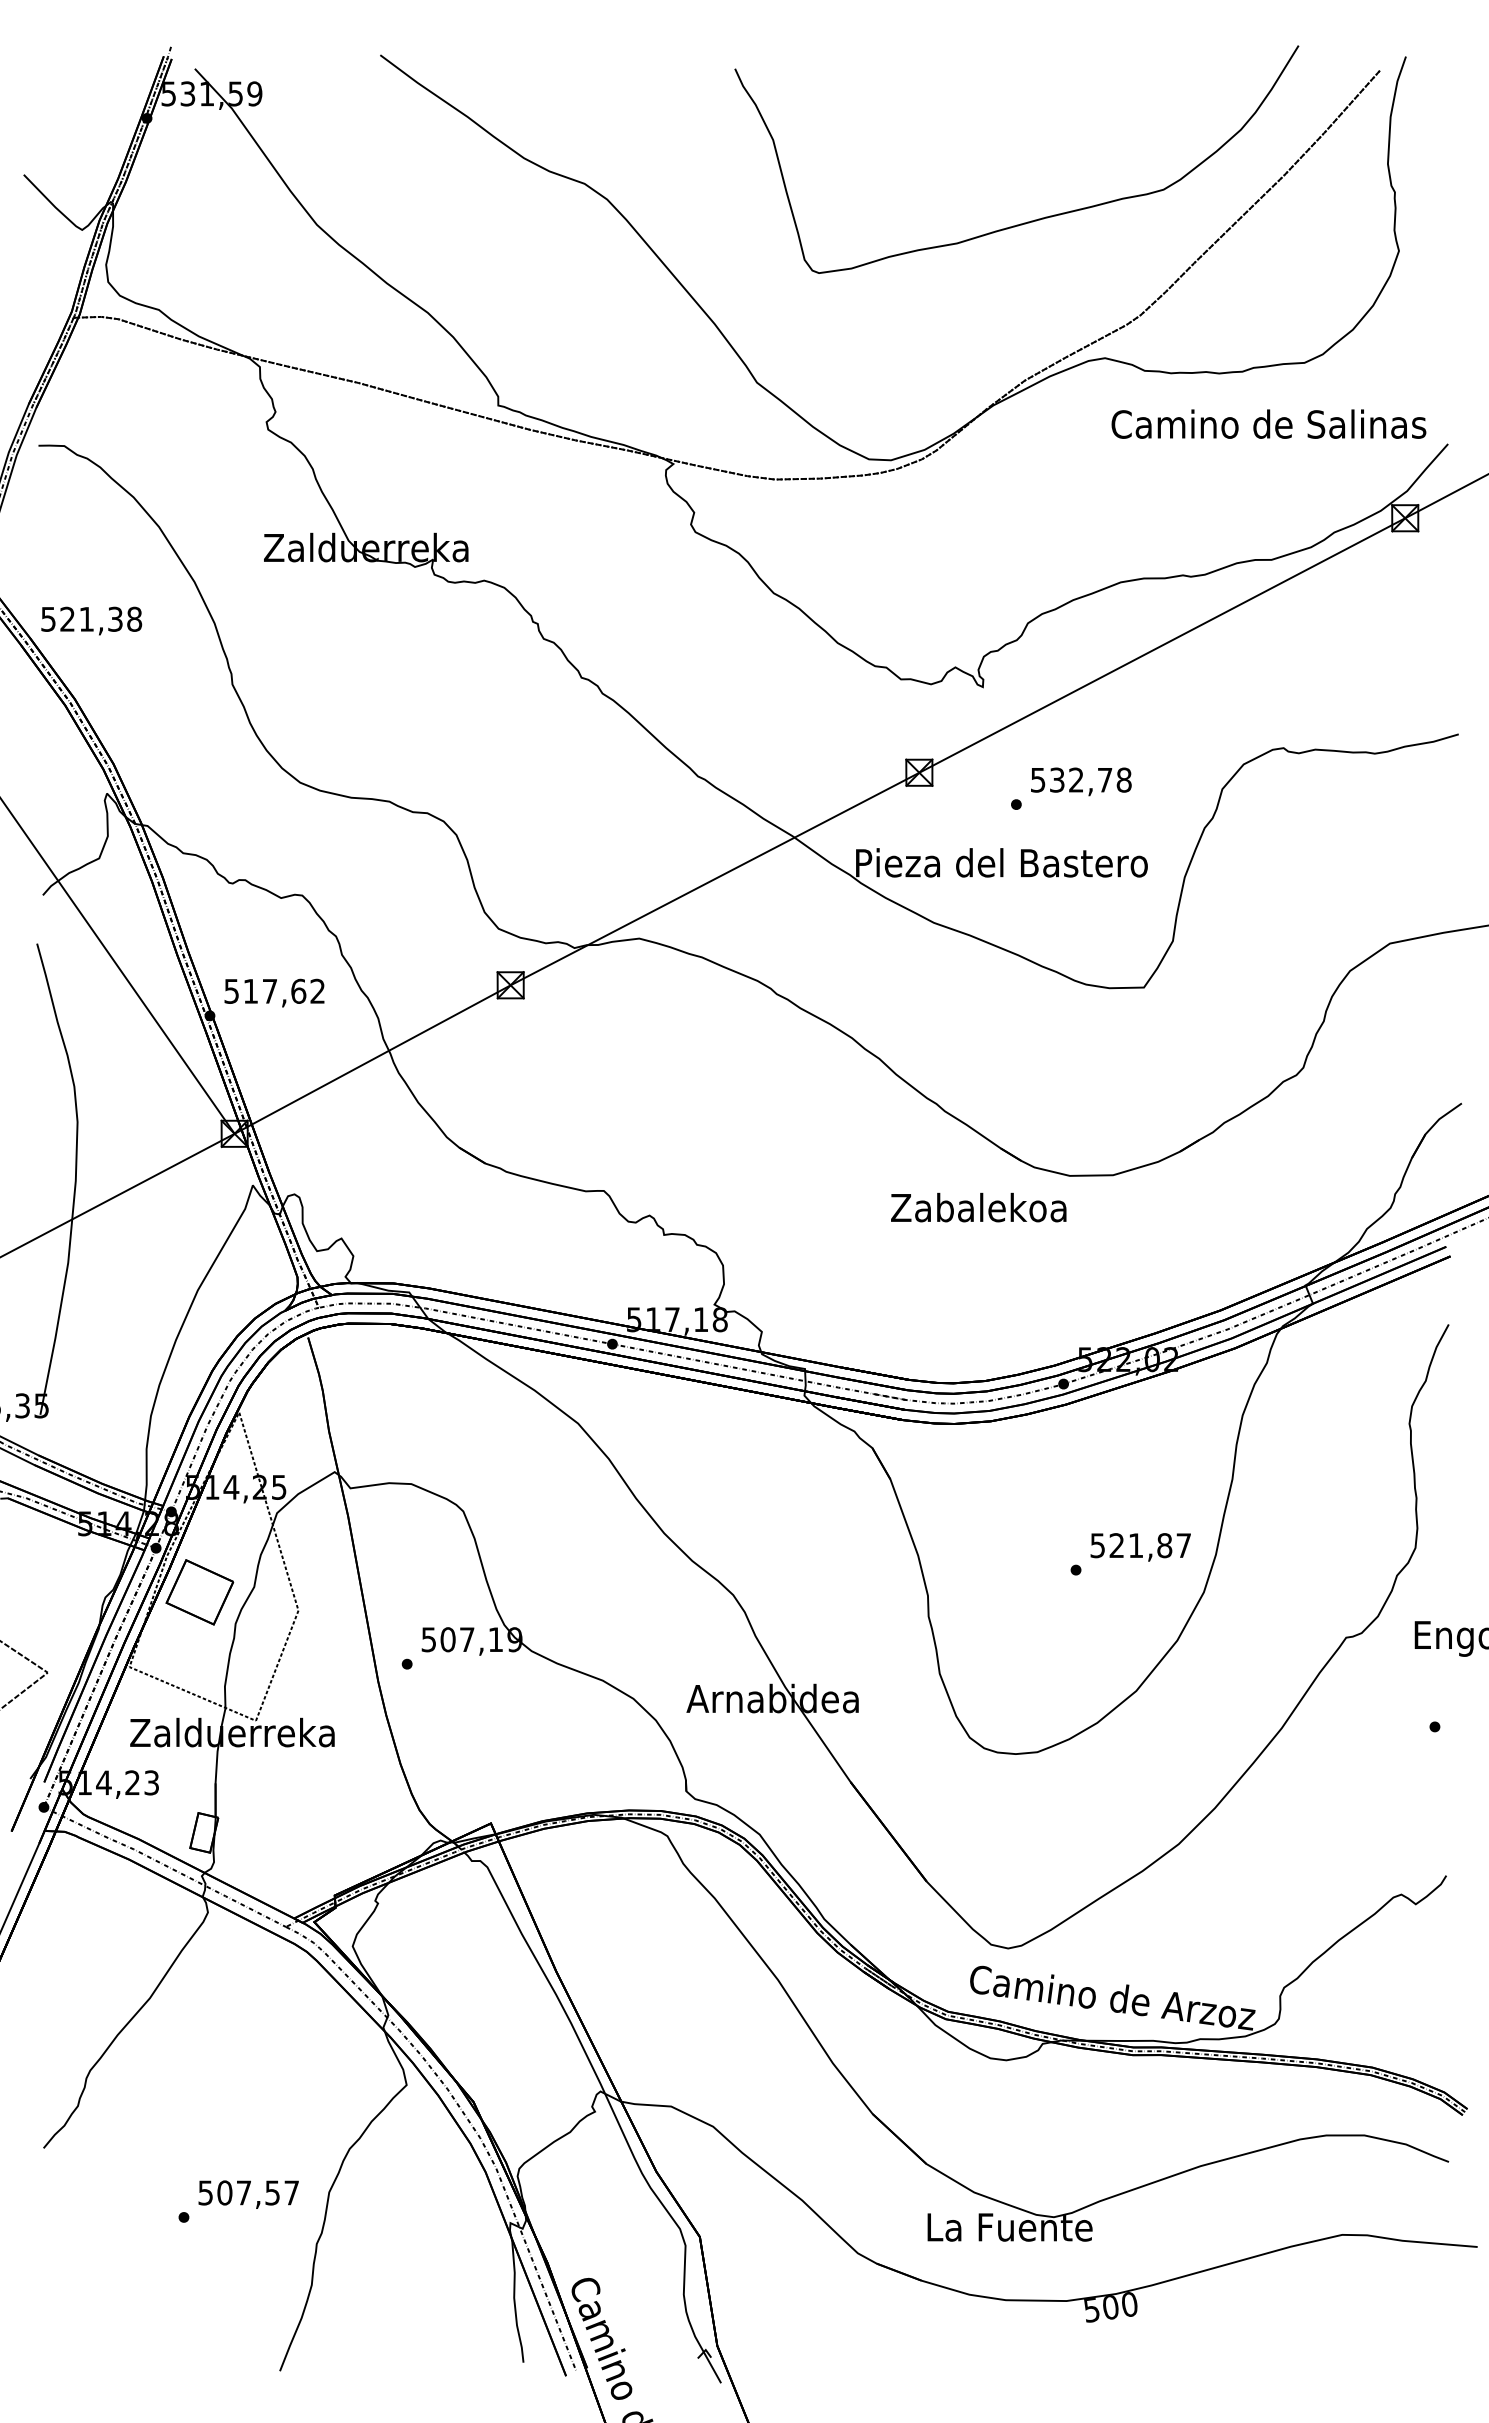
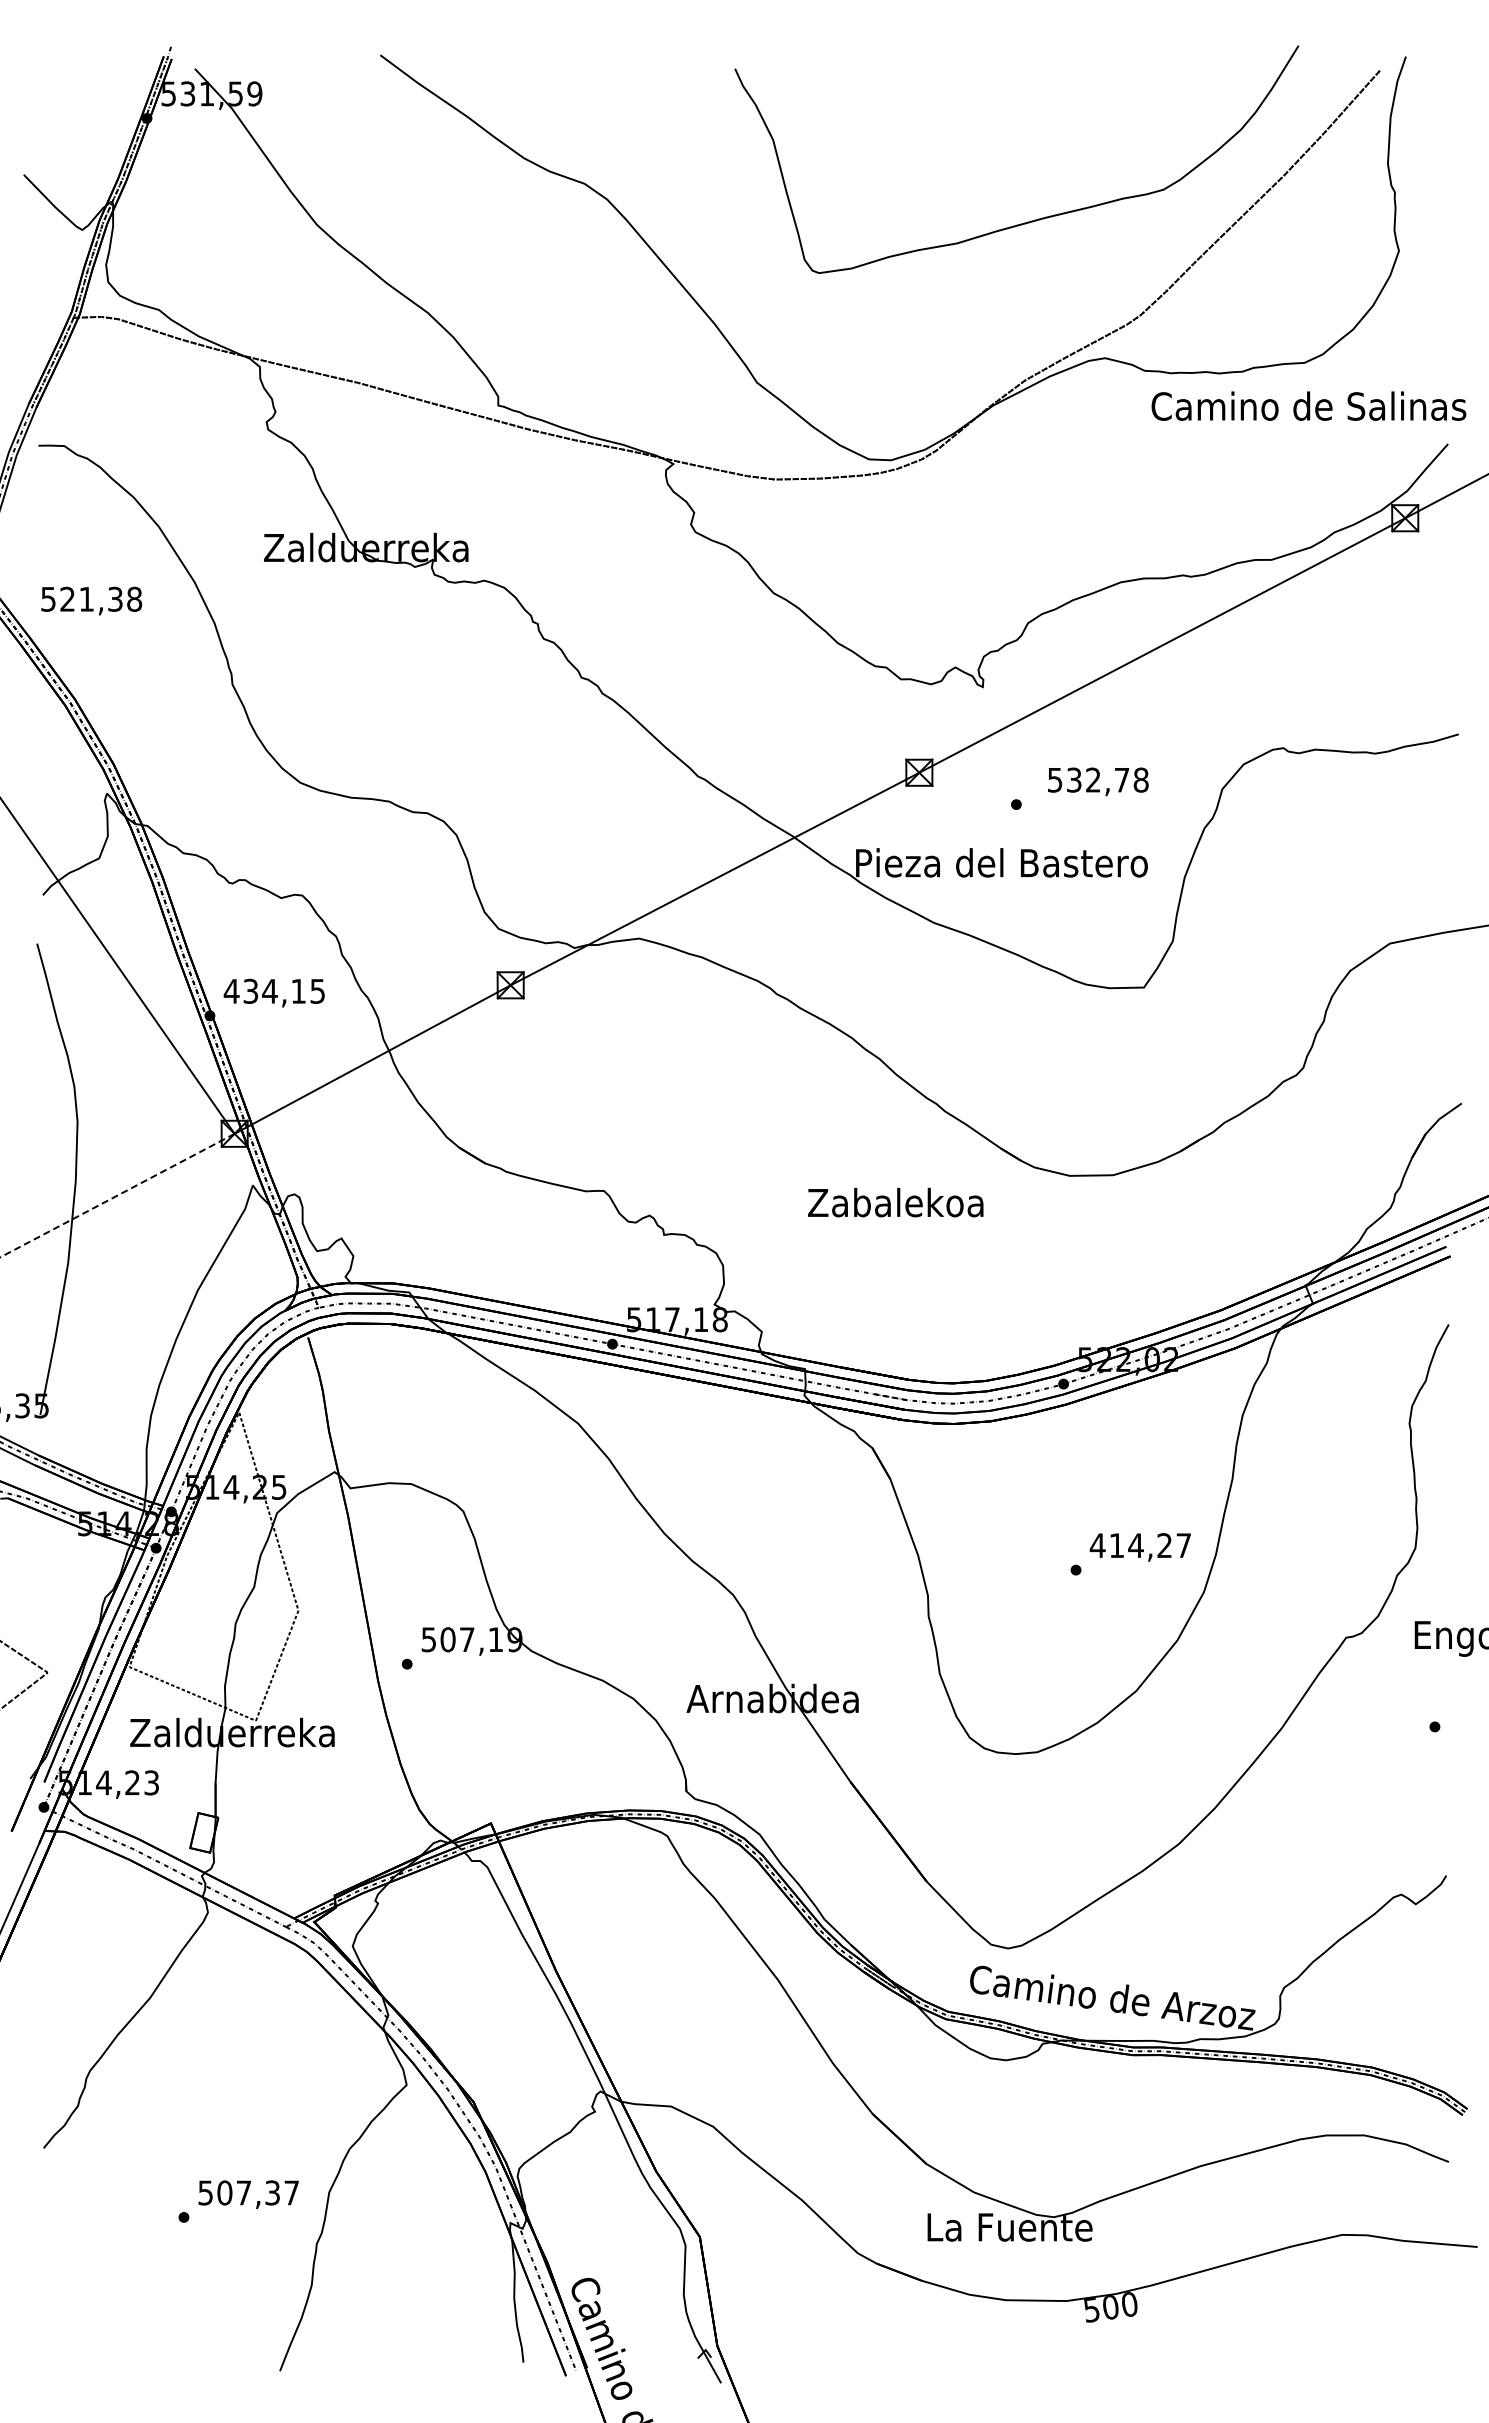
text at (1268, 423) position: (1268, 423) -> (1308, 405)
text at (91, 620) position: (91, 620) -> (91, 600)
text at (1081, 781) position: (1081, 781) -> (1098, 781)
text at (273, 990): 517,62 -> 434,15
line at (117, 1195): solid -> dashed
text at (978, 1207) position: (978, 1207) -> (895, 1202)
text at (1130, 1545): 521,87 -> 414,27
part at (199, 1592): present -> none
text at (272, 2192): 507,57 -> 507,37
